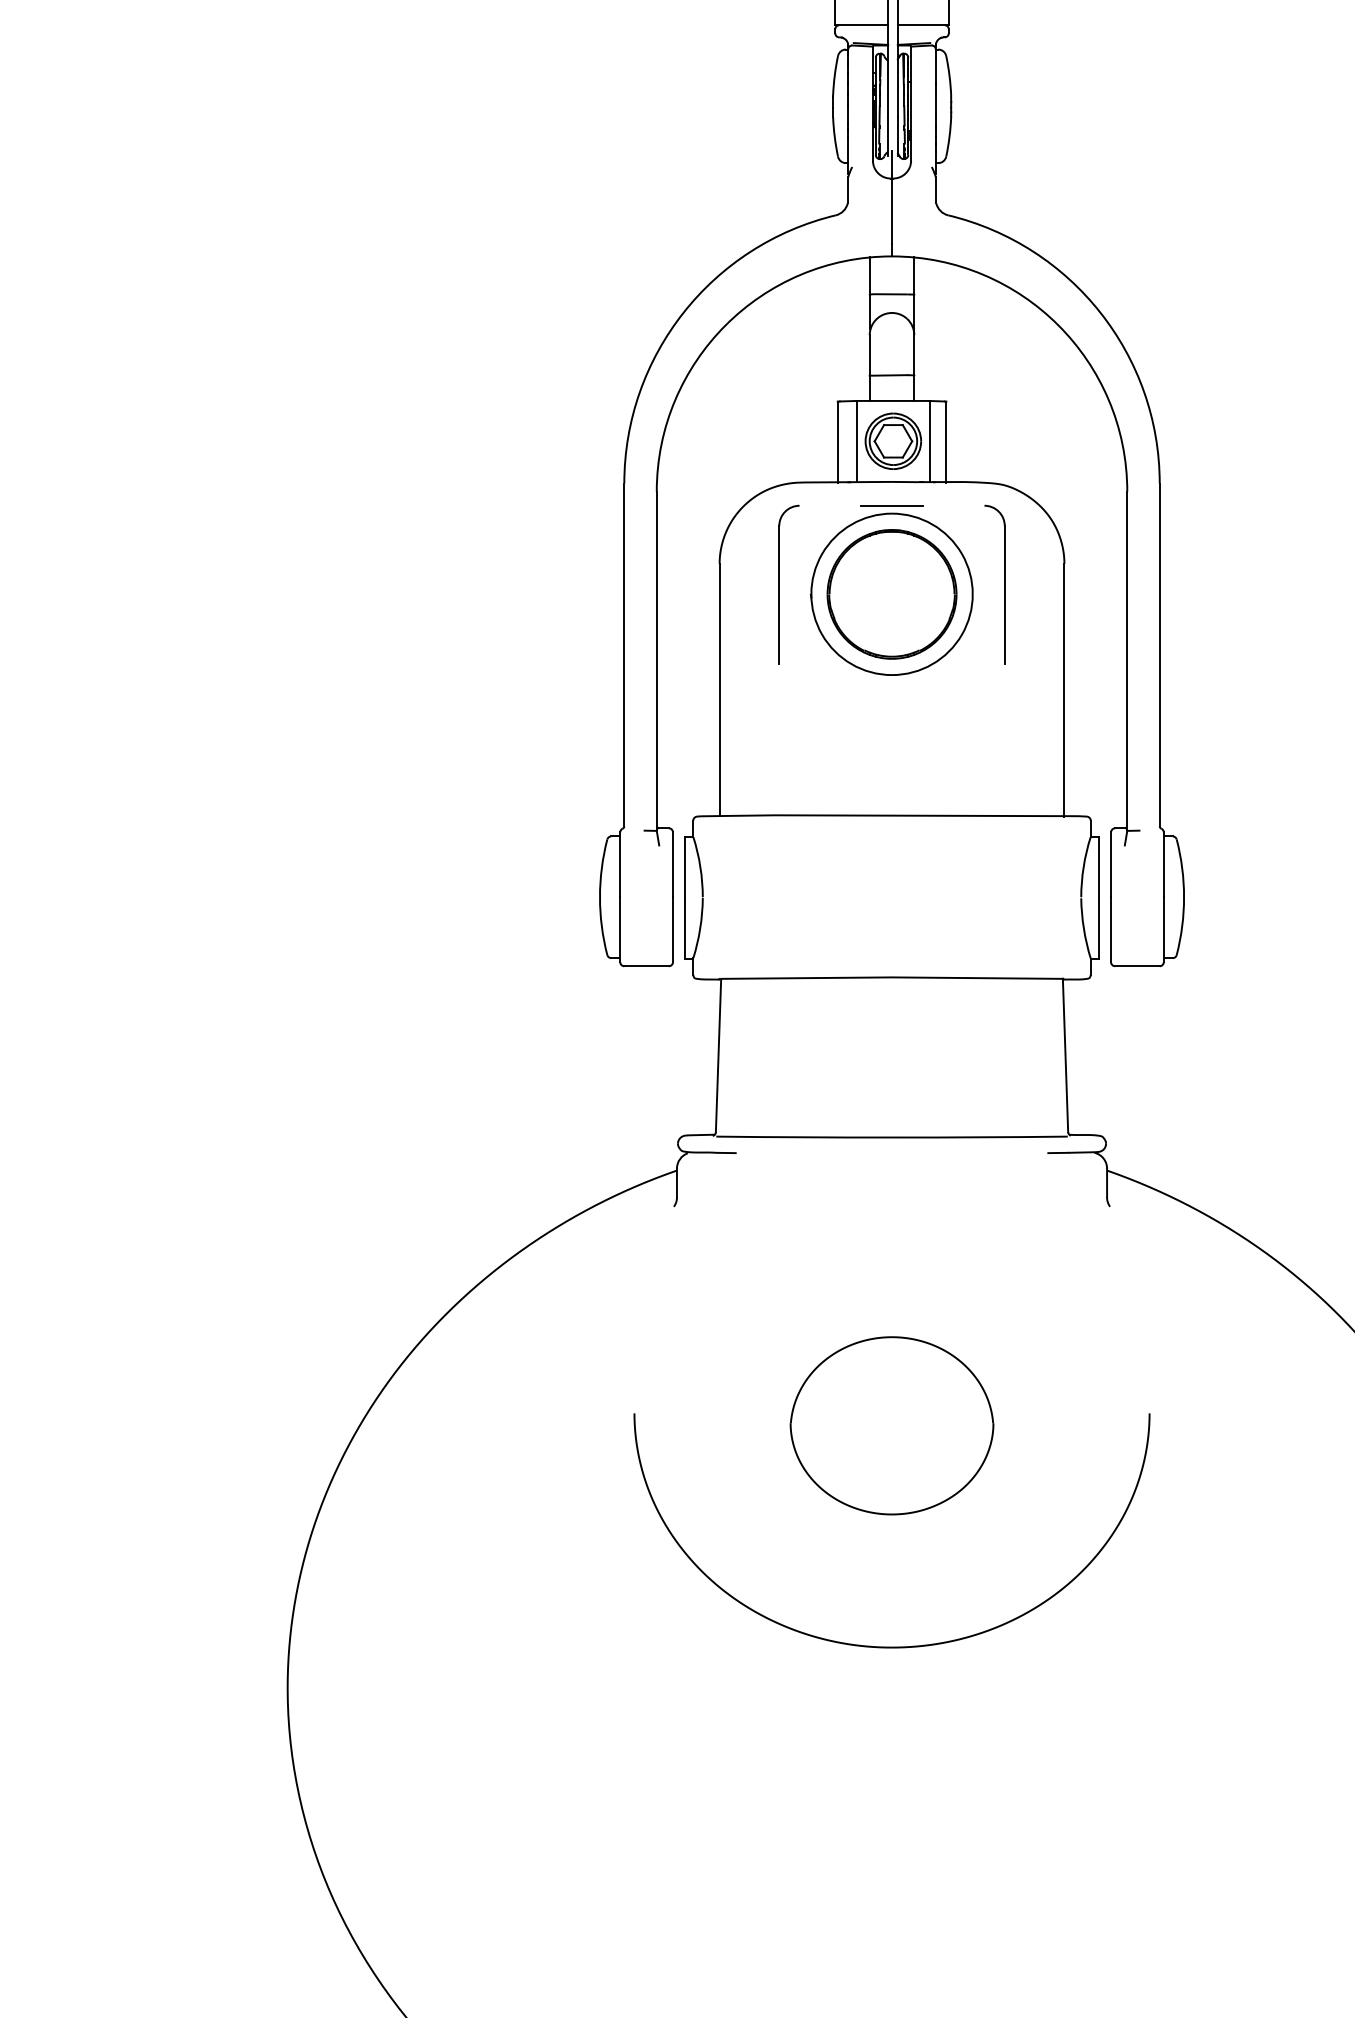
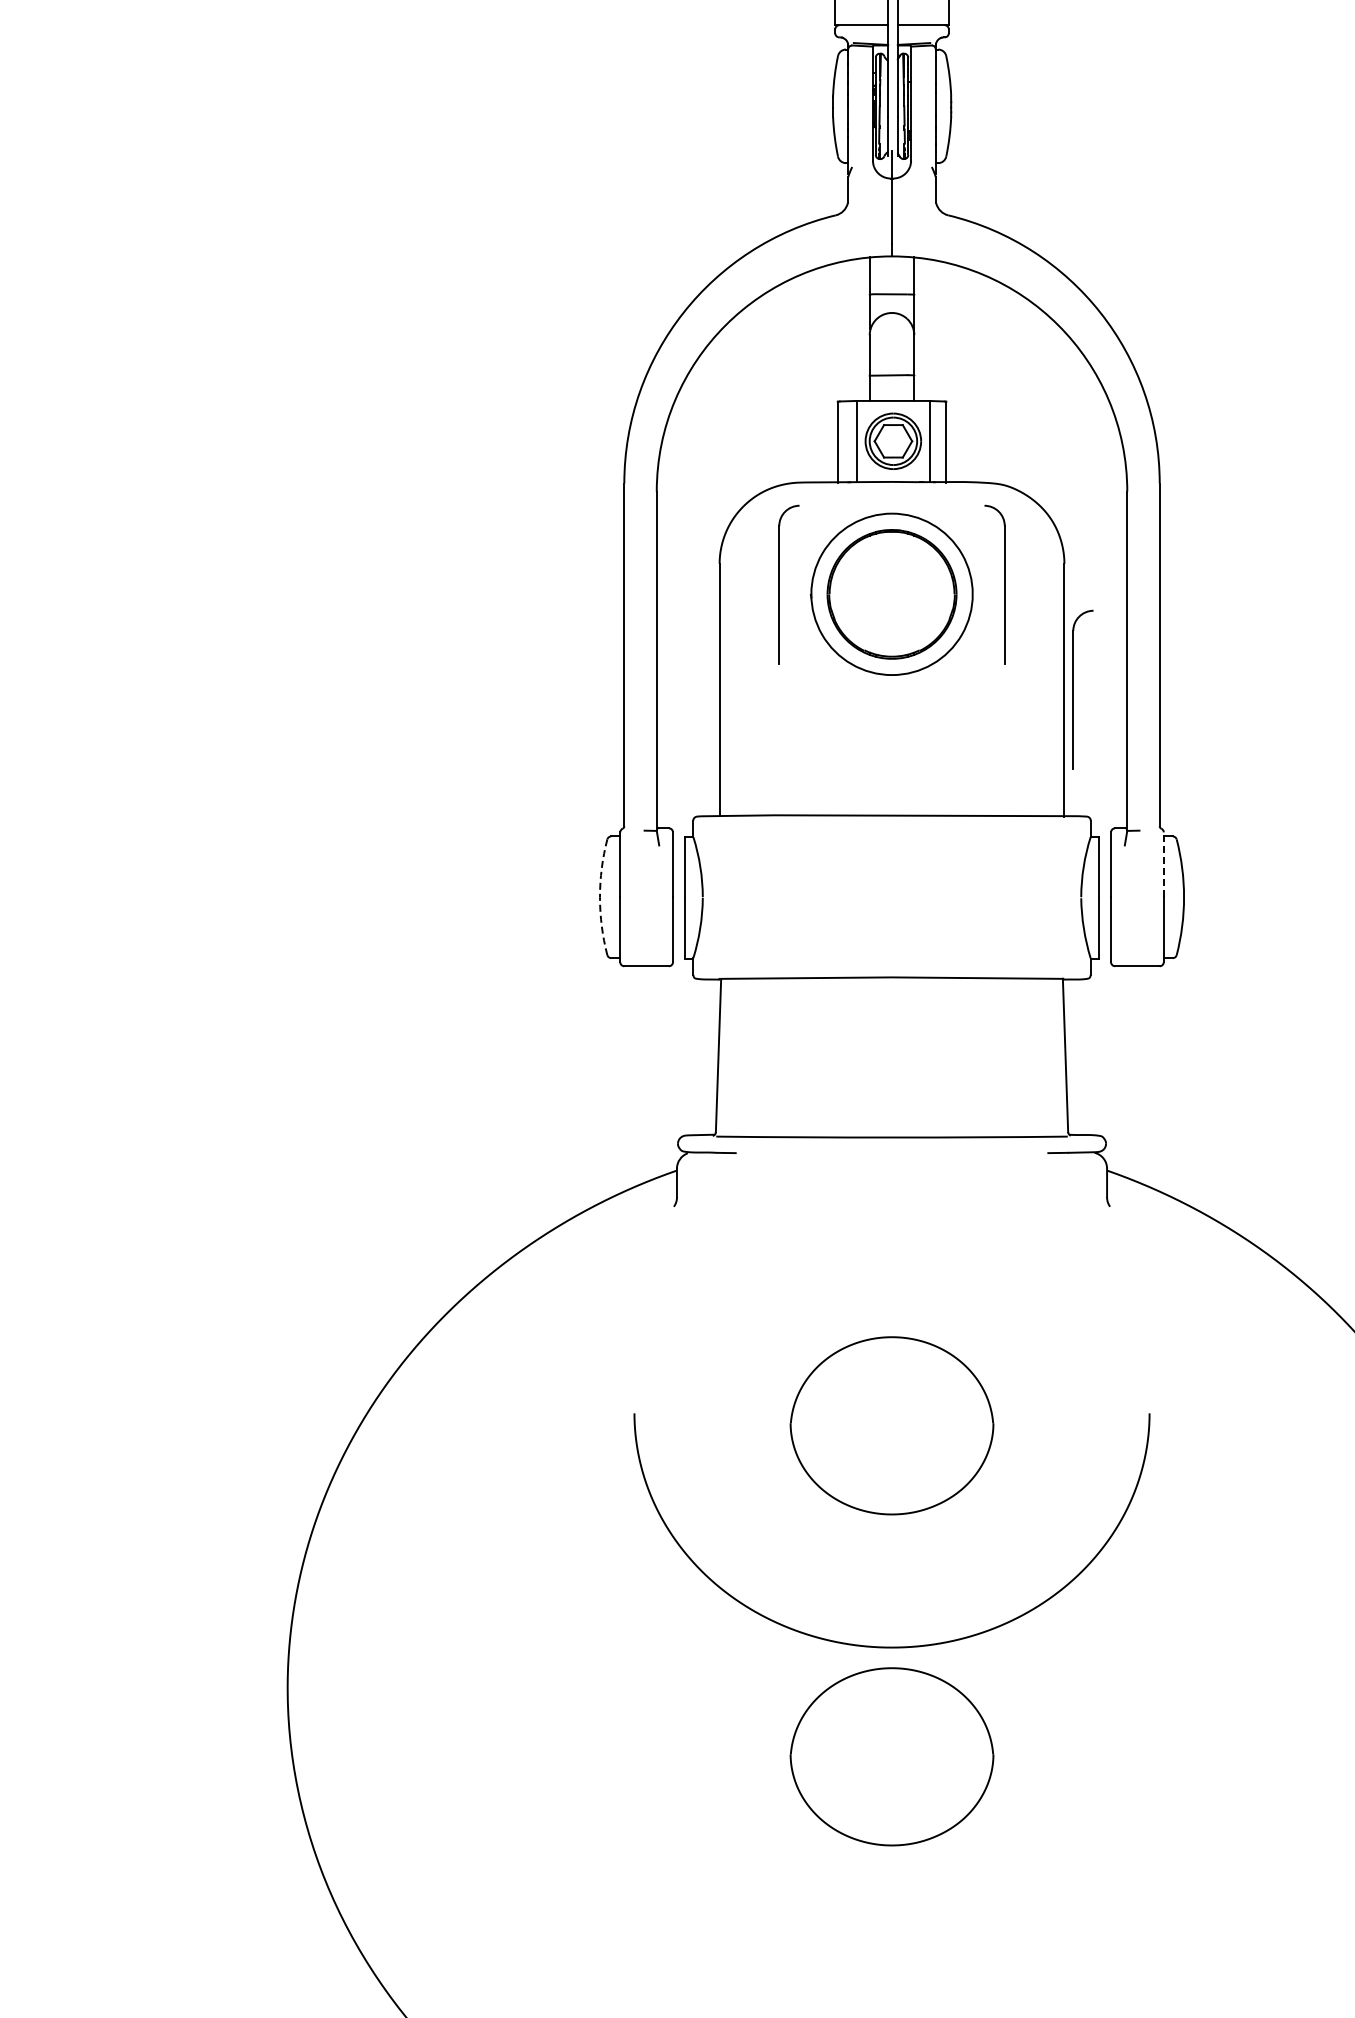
line at (891, 505): present -> none
part at (1073, 689): none -> present
line at (1163, 864): solid -> dashed
arc at (599, 897): solid -> dashed
part at (891, 1756): none -> present
